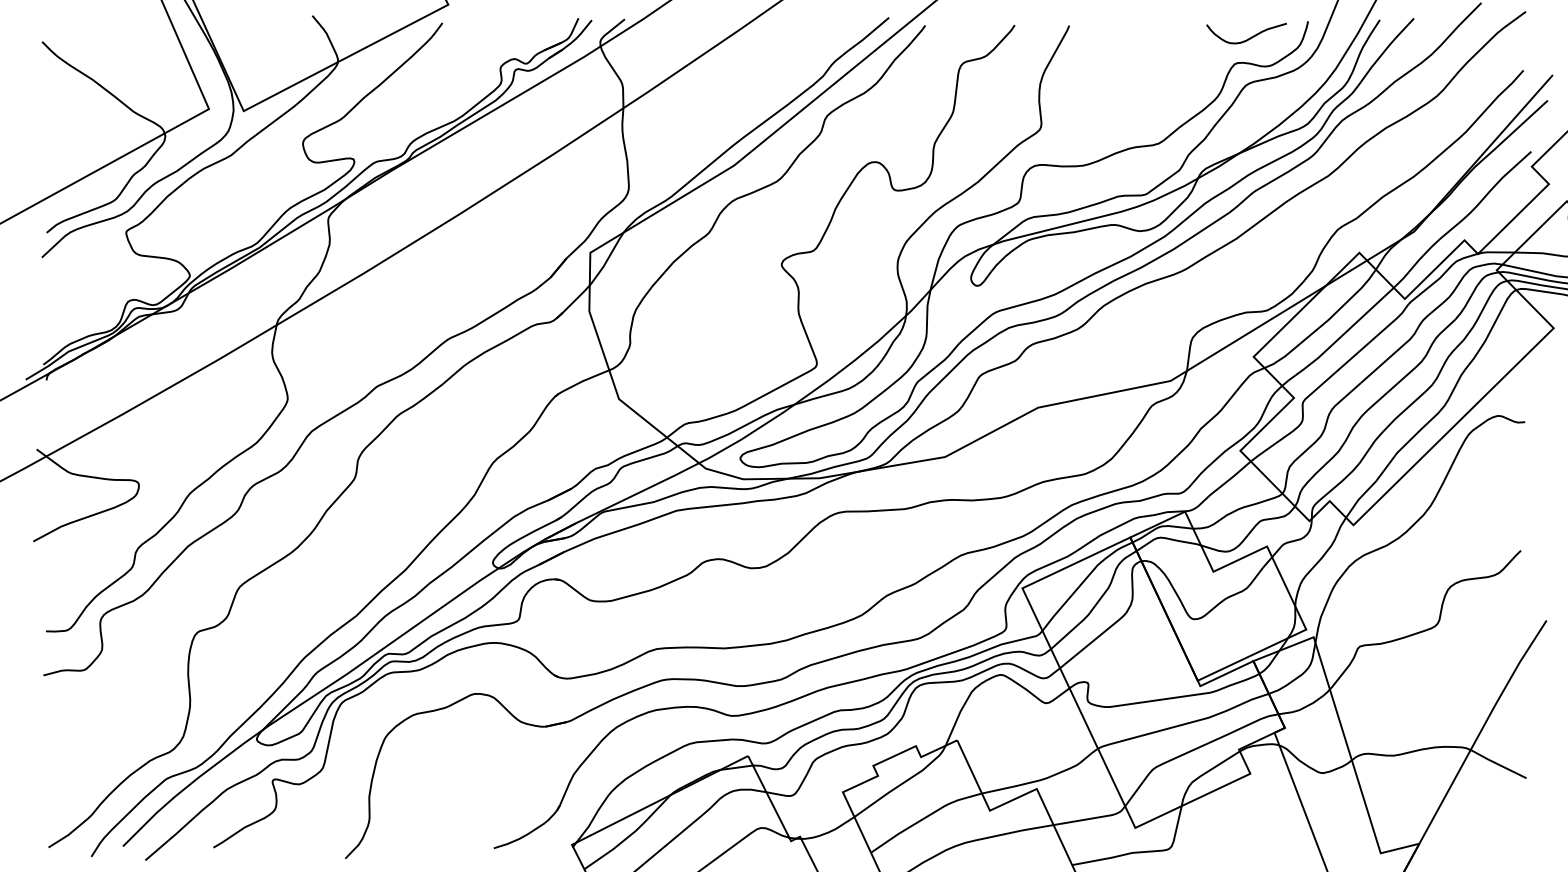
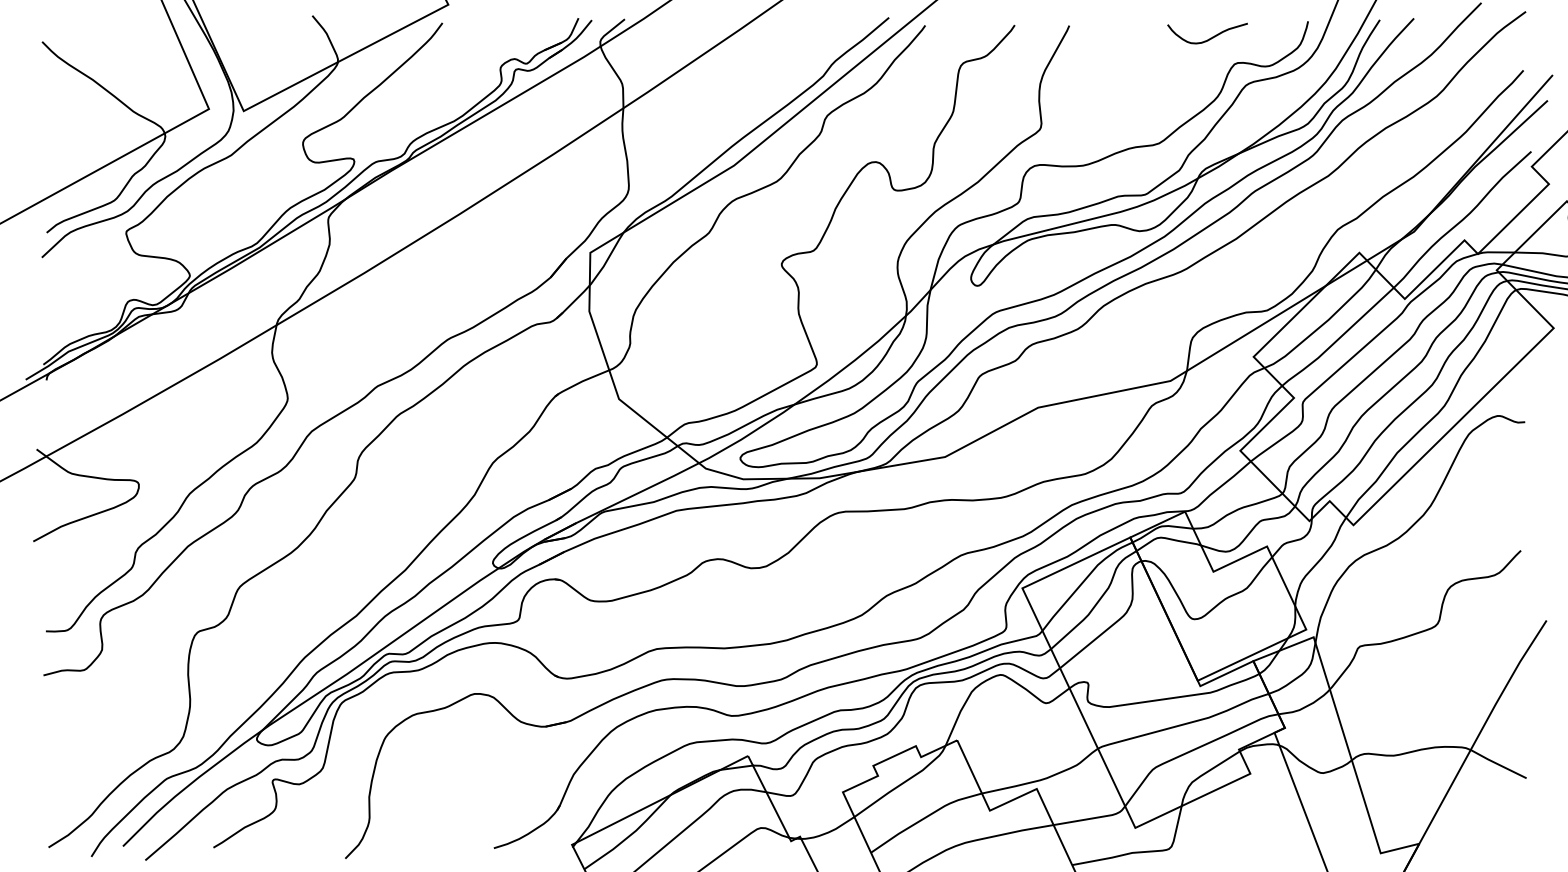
curve at (1249, 37) position: (1249, 37) -> (1210, 37)
